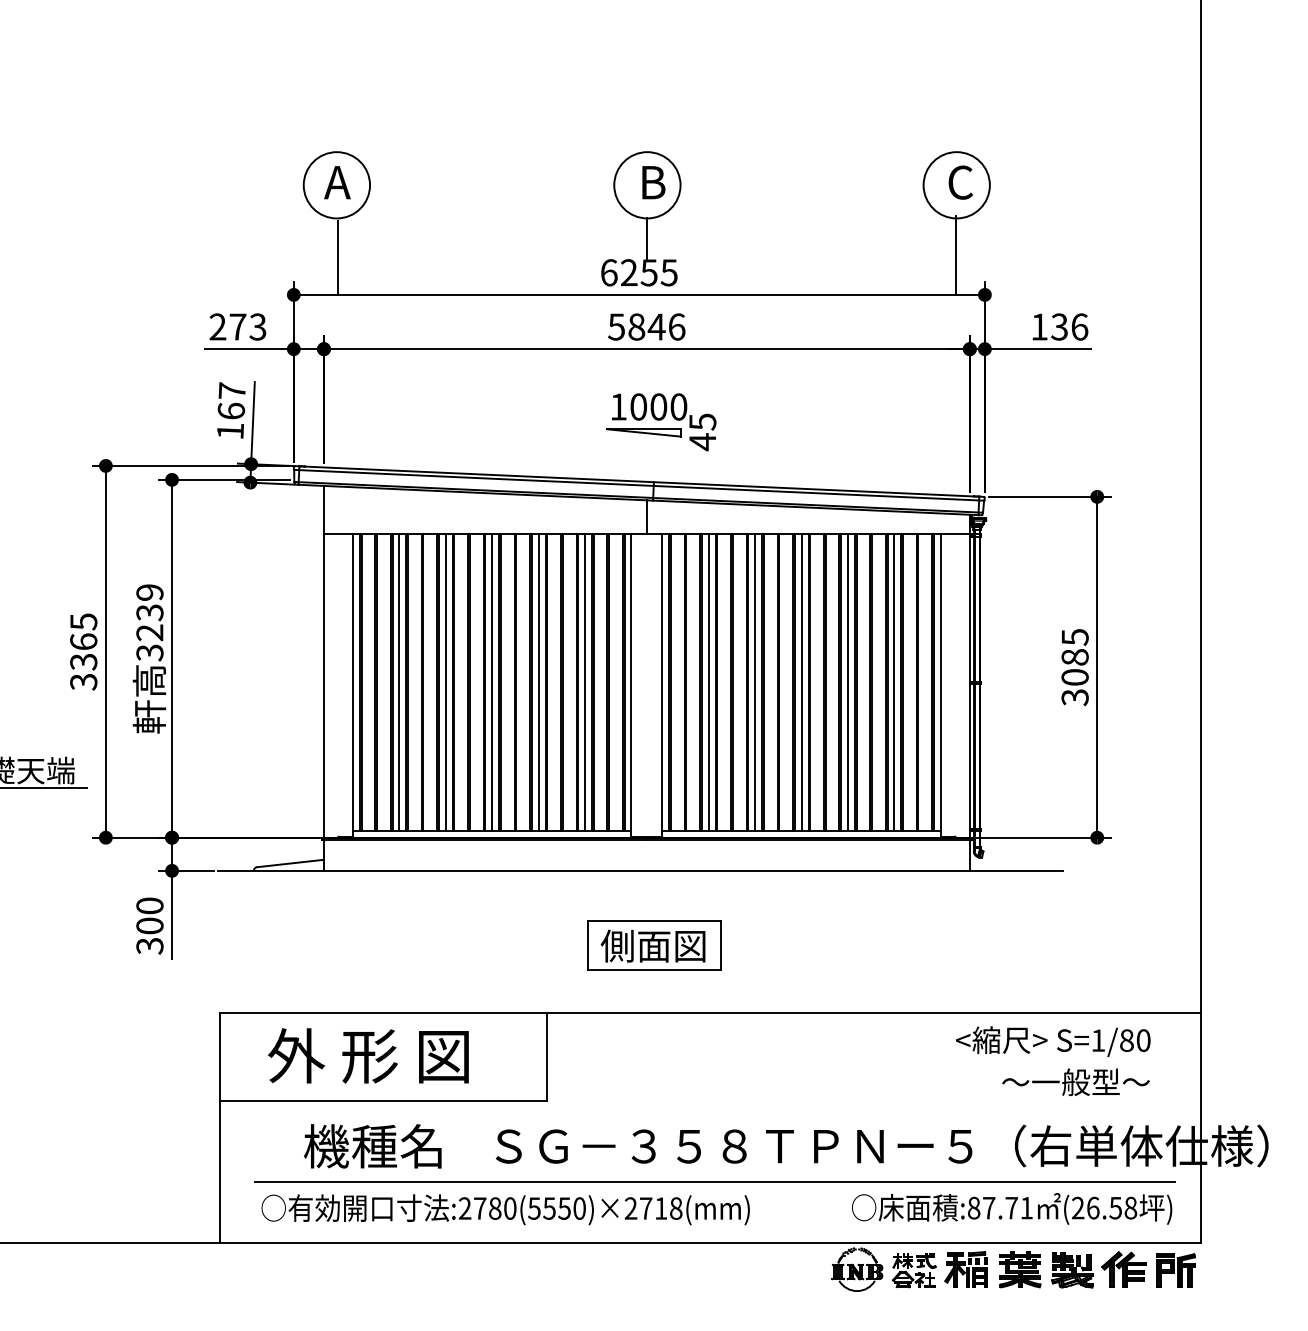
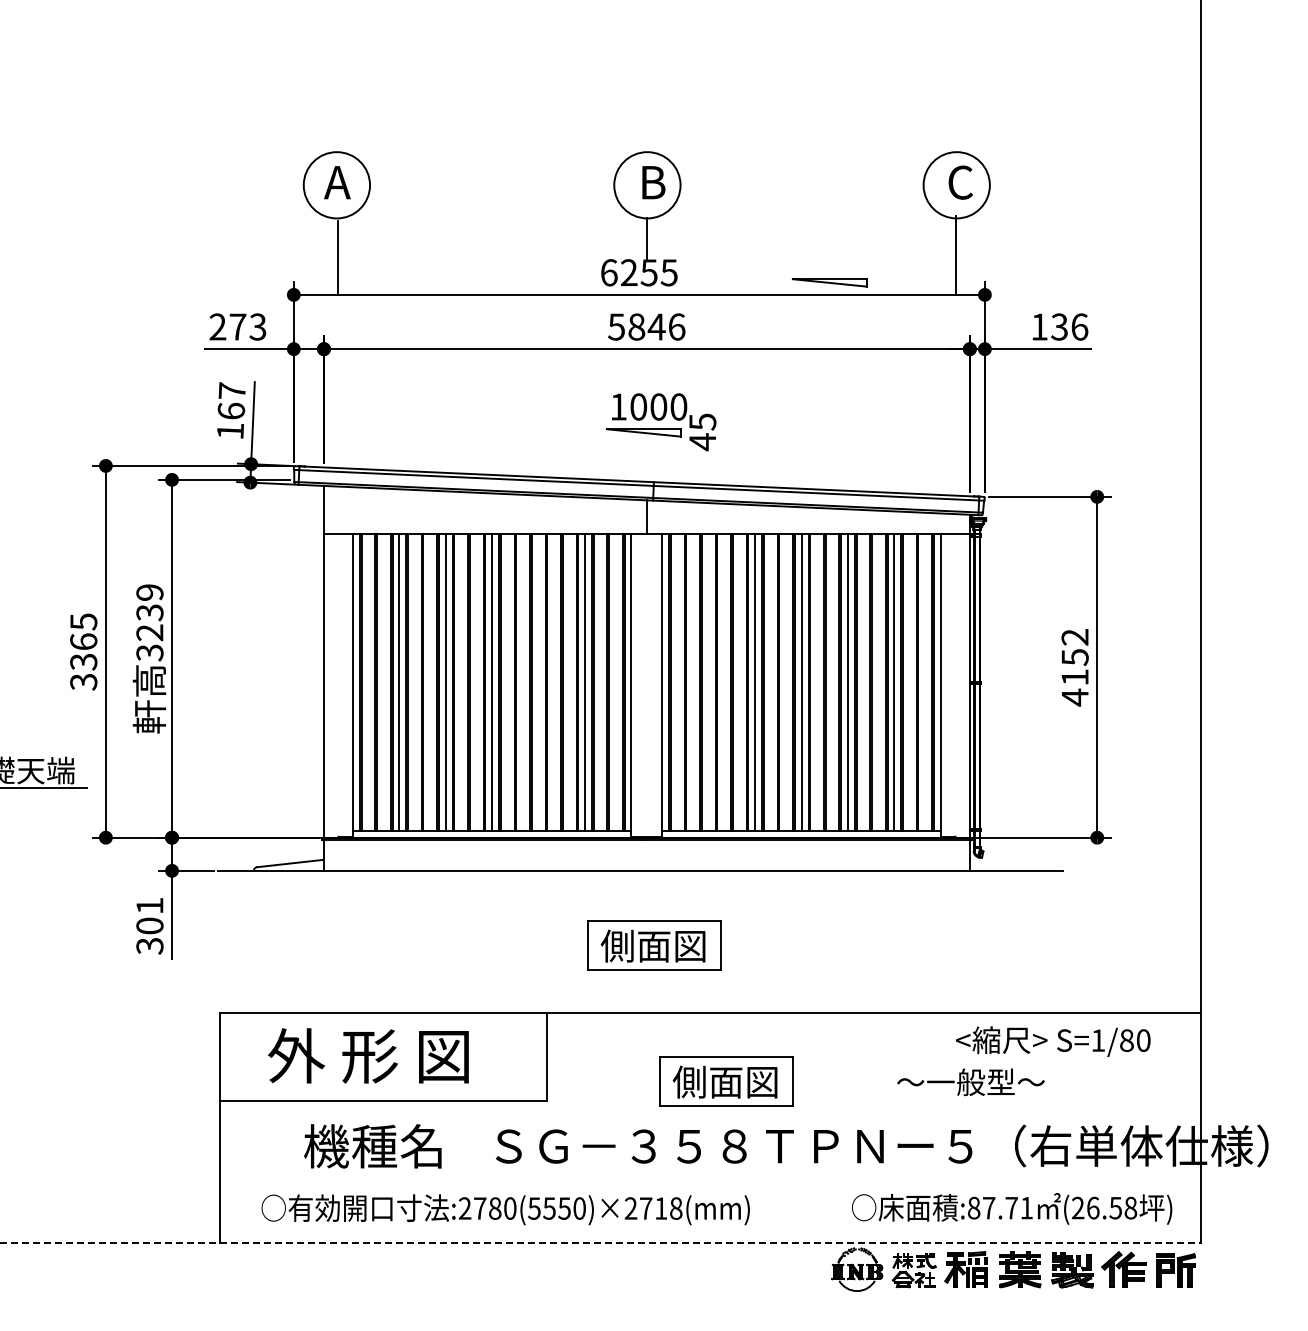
part at (829, 282): none -> present
text at (1074, 667): 3085 -> 4152
line at (538, 682): present -> none
line at (708, 682): present -> none
text at (149, 905): 300 -> 301
part at (726, 1081): none -> present
text at (1075, 1081) position: (1075, 1081) -> (970, 1081)
line at (714, 1181): present -> none
line at (601, 1242): solid -> dashed
